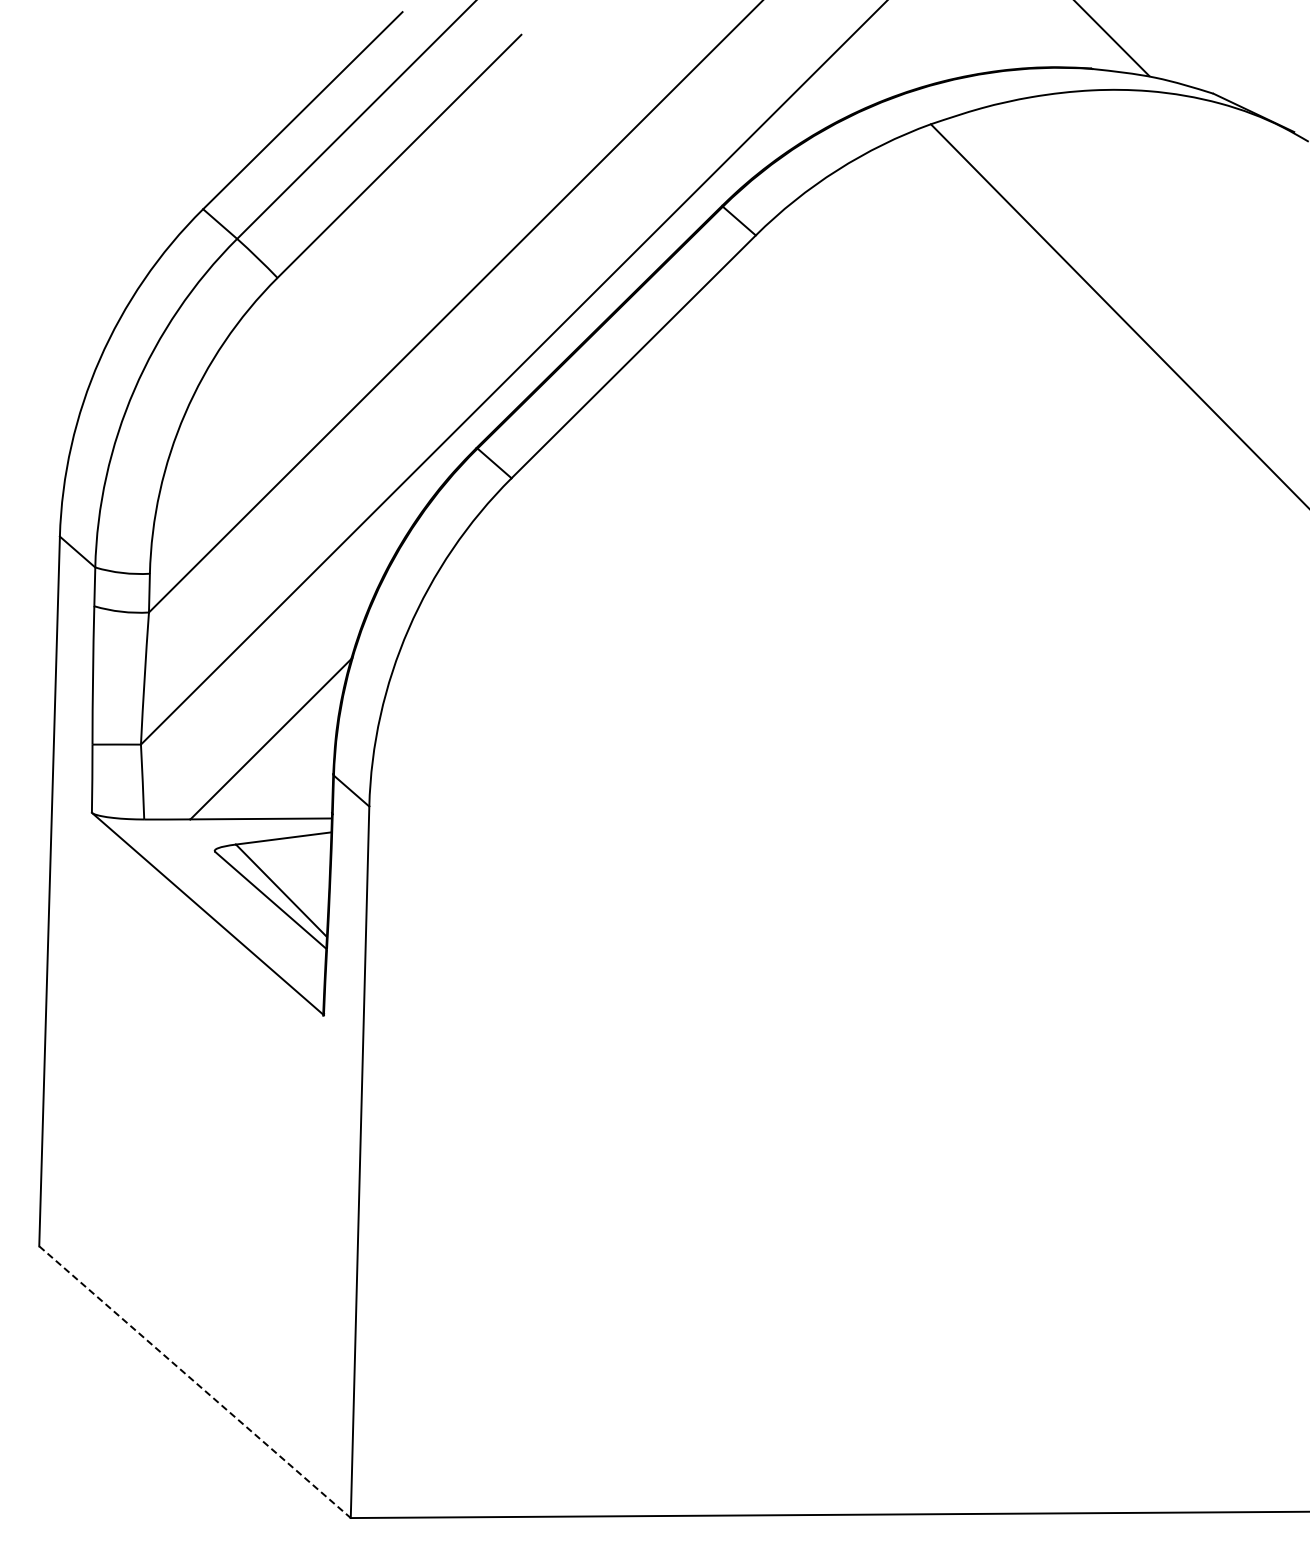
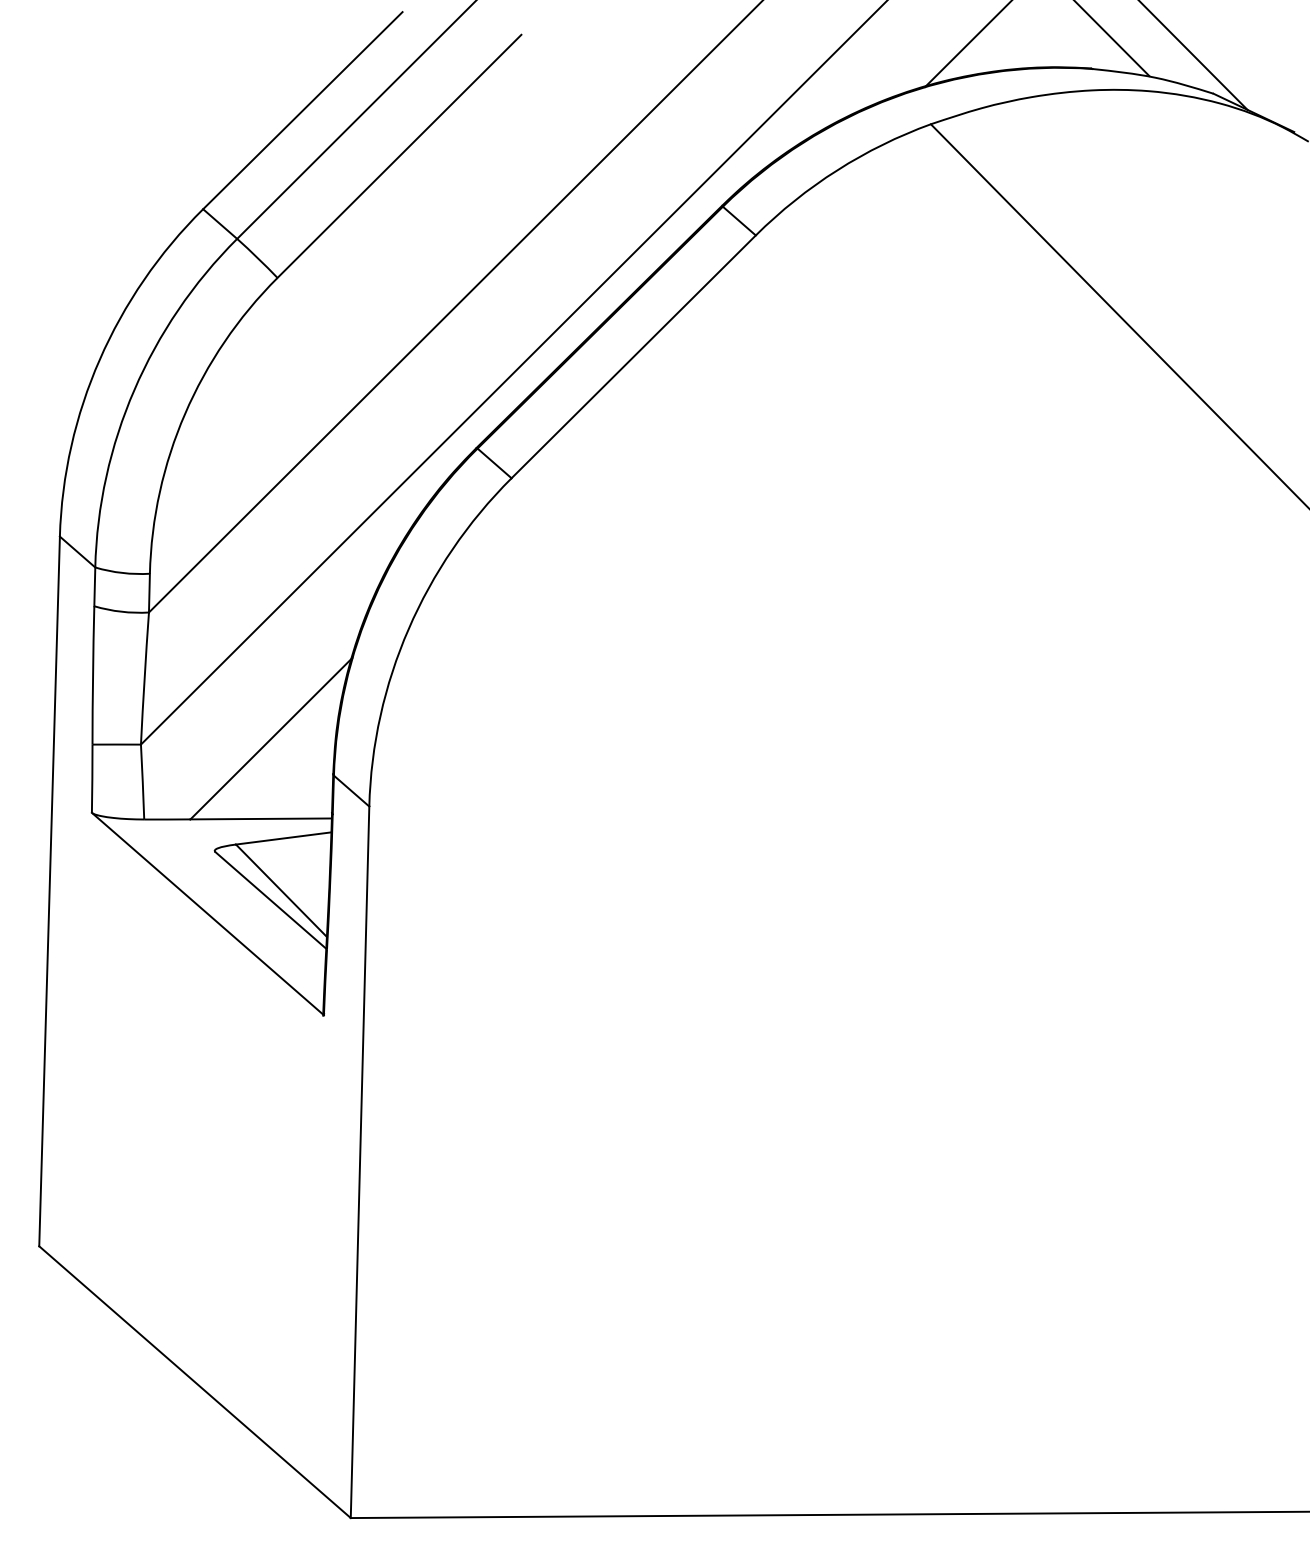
line at (967, 44): none -> present
line at (1193, 55): none -> present
line at (195, 1382): dashed -> solid
